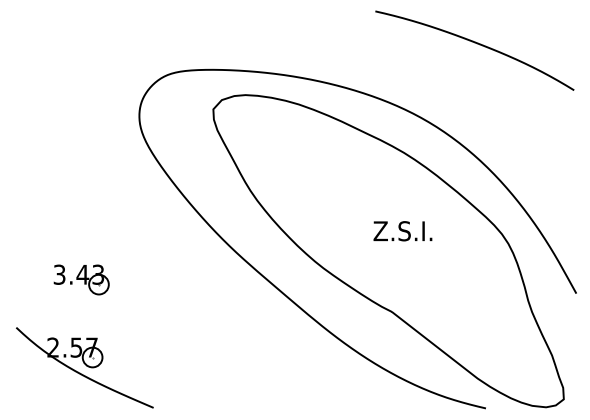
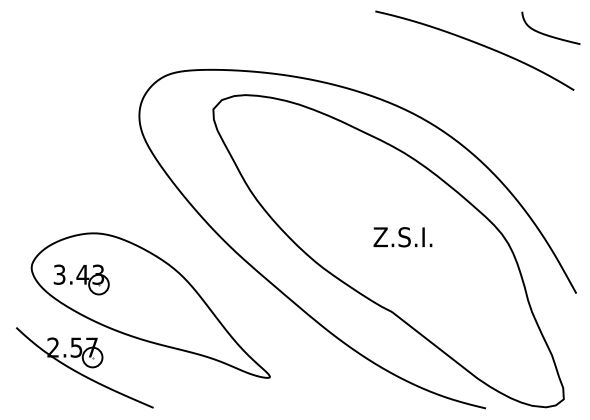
curve at (548, 34): none -> present
text at (402, 231) position: (402, 231) -> (402, 237)
part at (150, 305): none -> present
